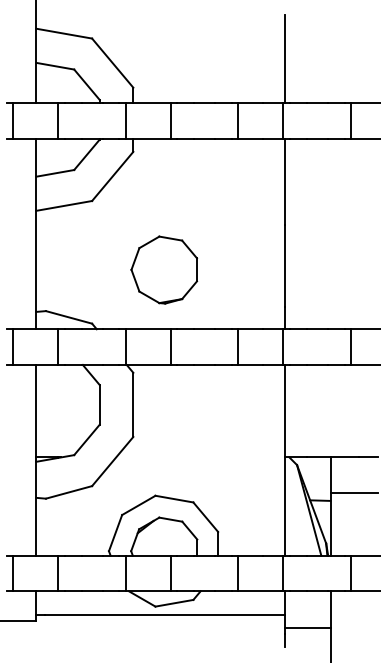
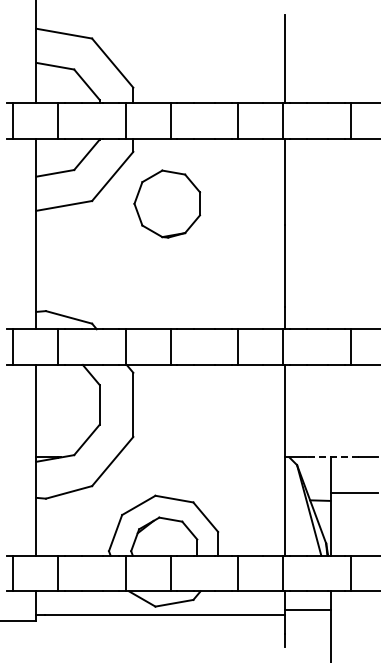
part at (164, 269) position: (164, 269) -> (167, 203)
line at (332, 457): solid -> dashed
line at (307, 627) position: (307, 627) -> (307, 609)
